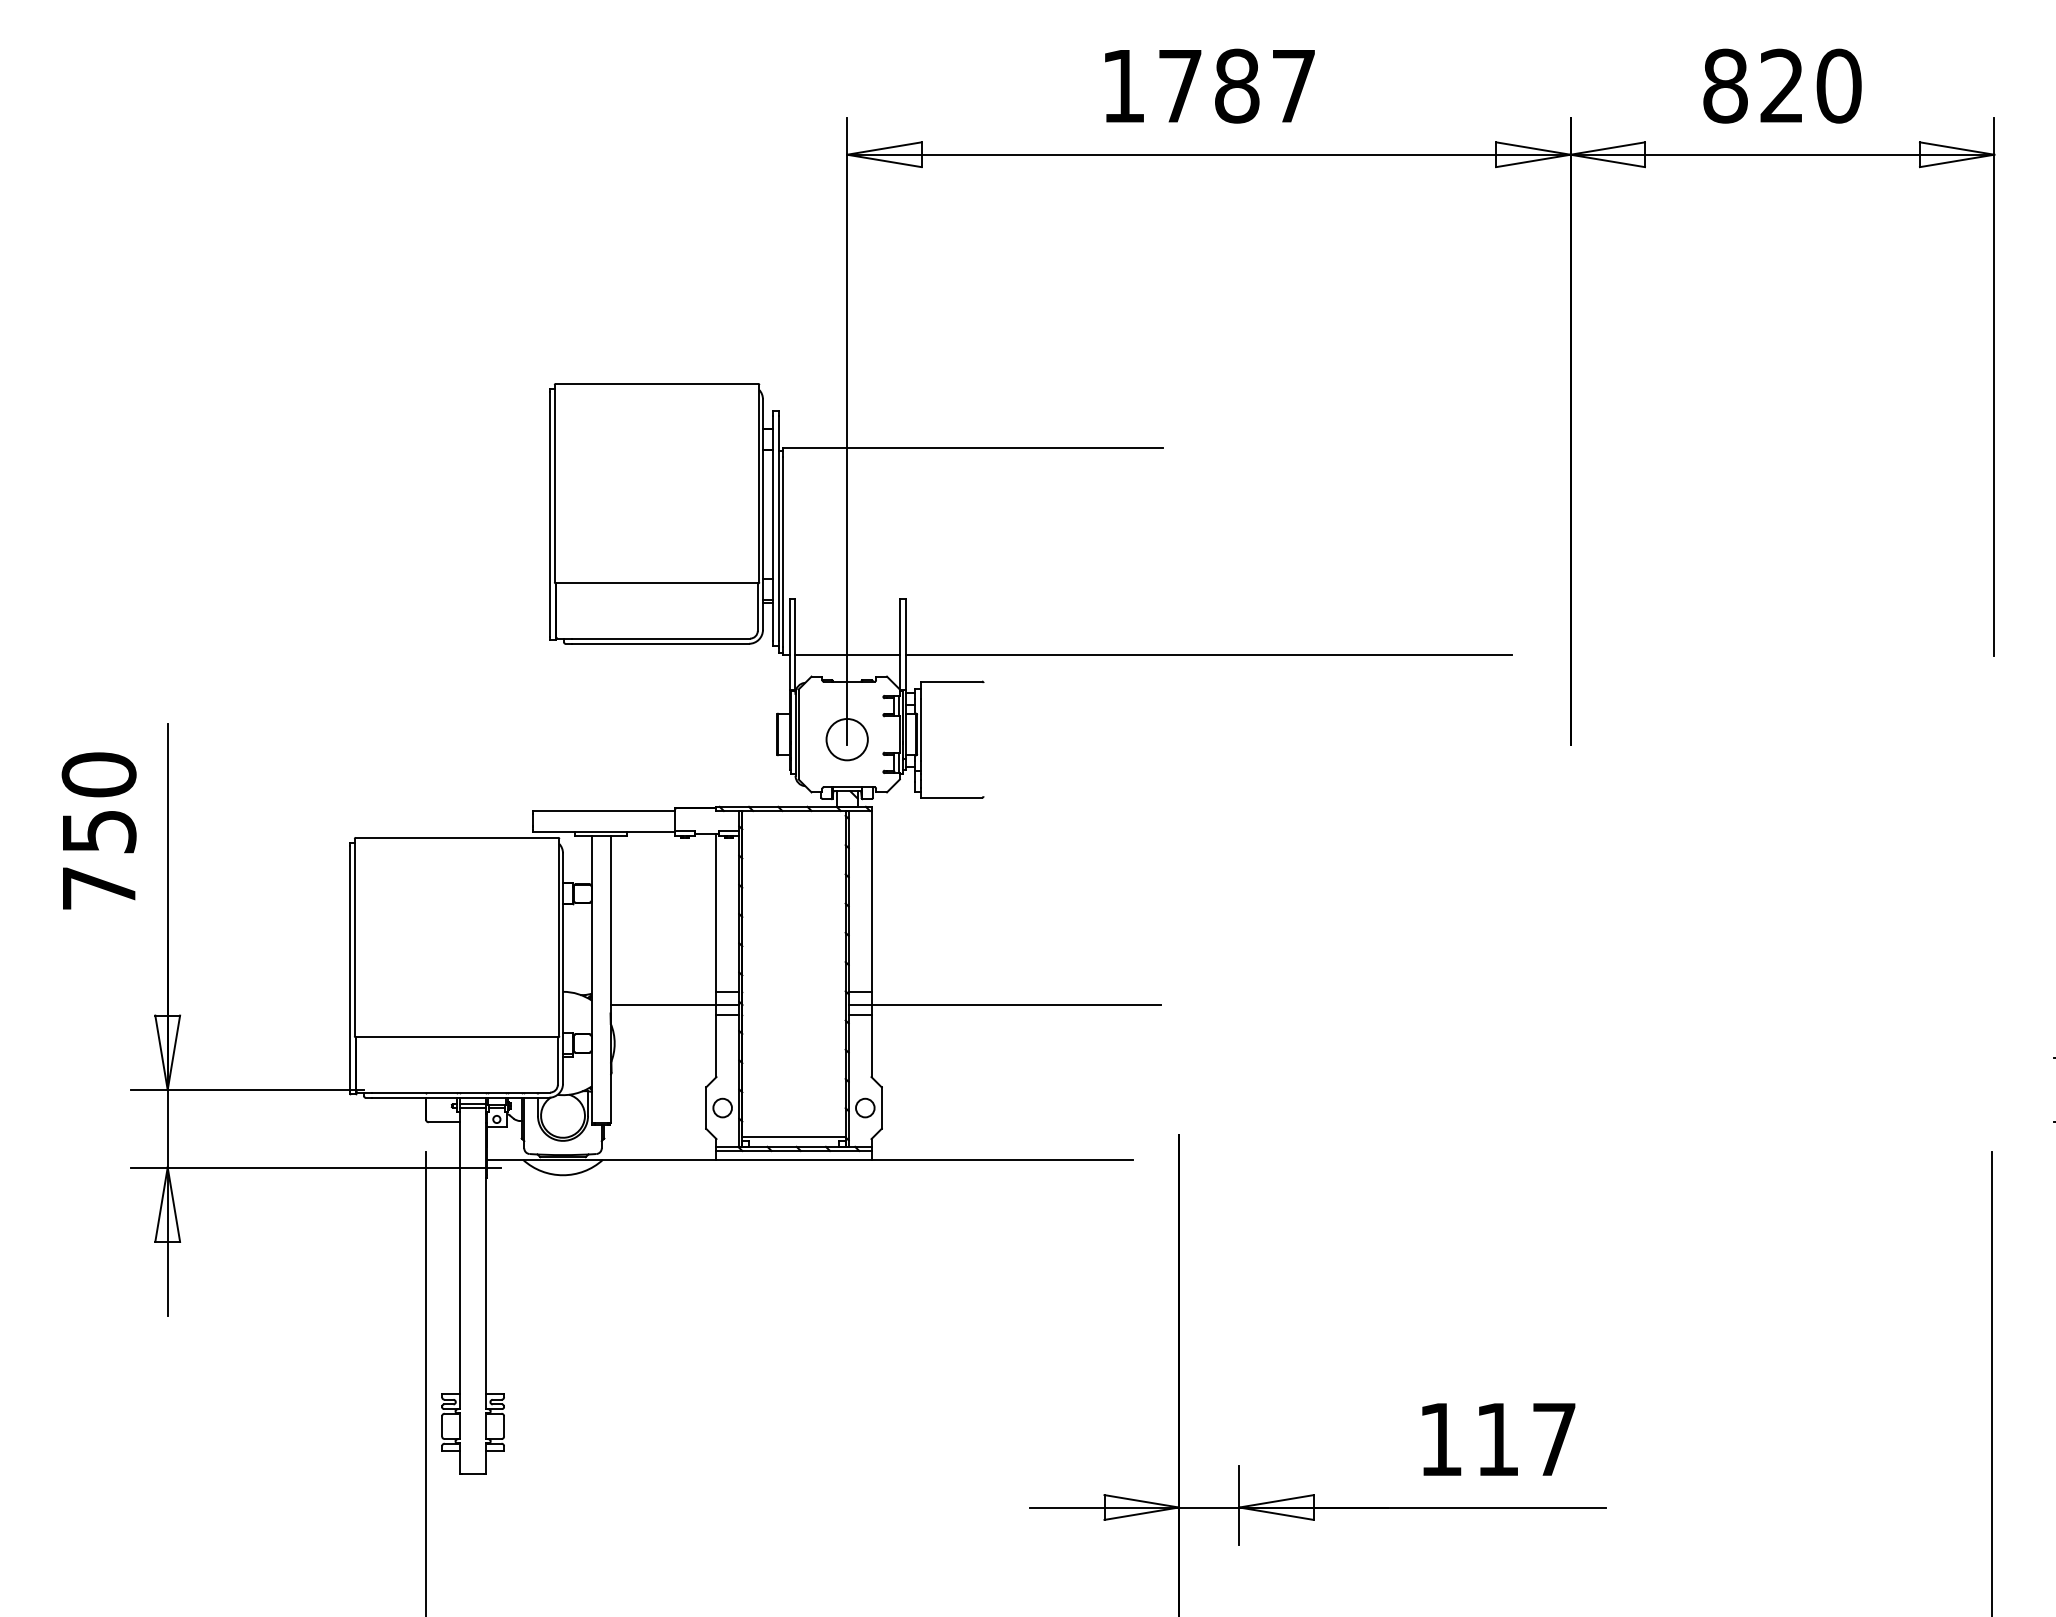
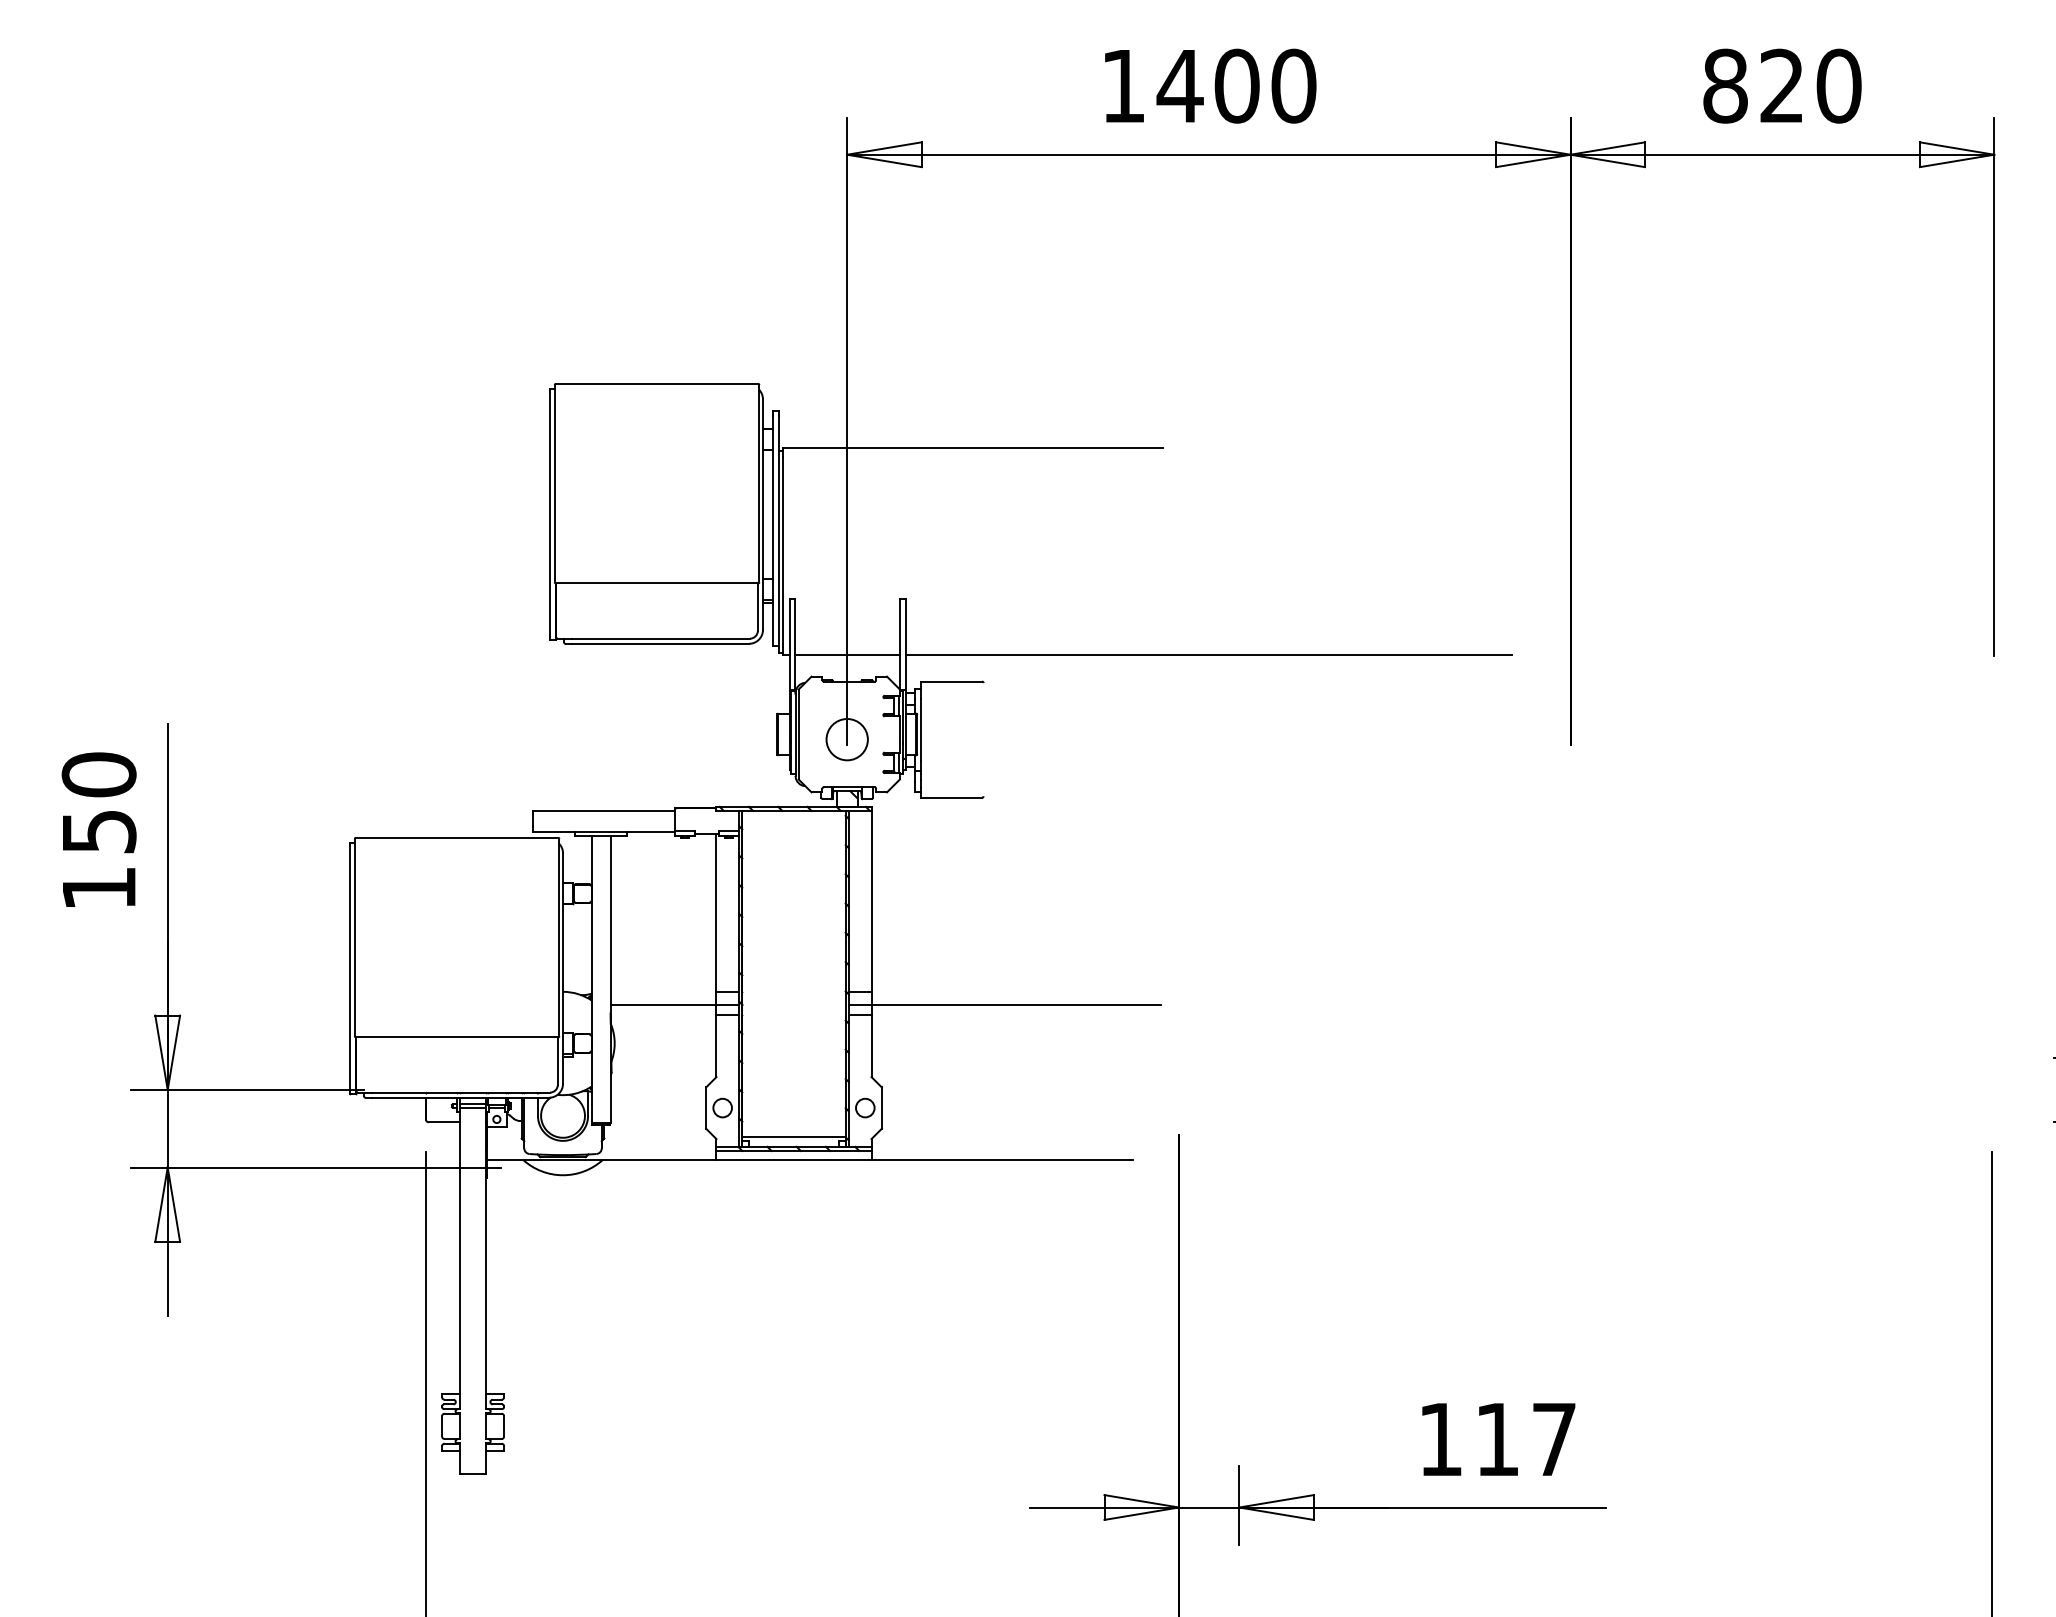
text at (1236, 85): 1787 -> 1400
text at (99, 888): 750 -> 150
